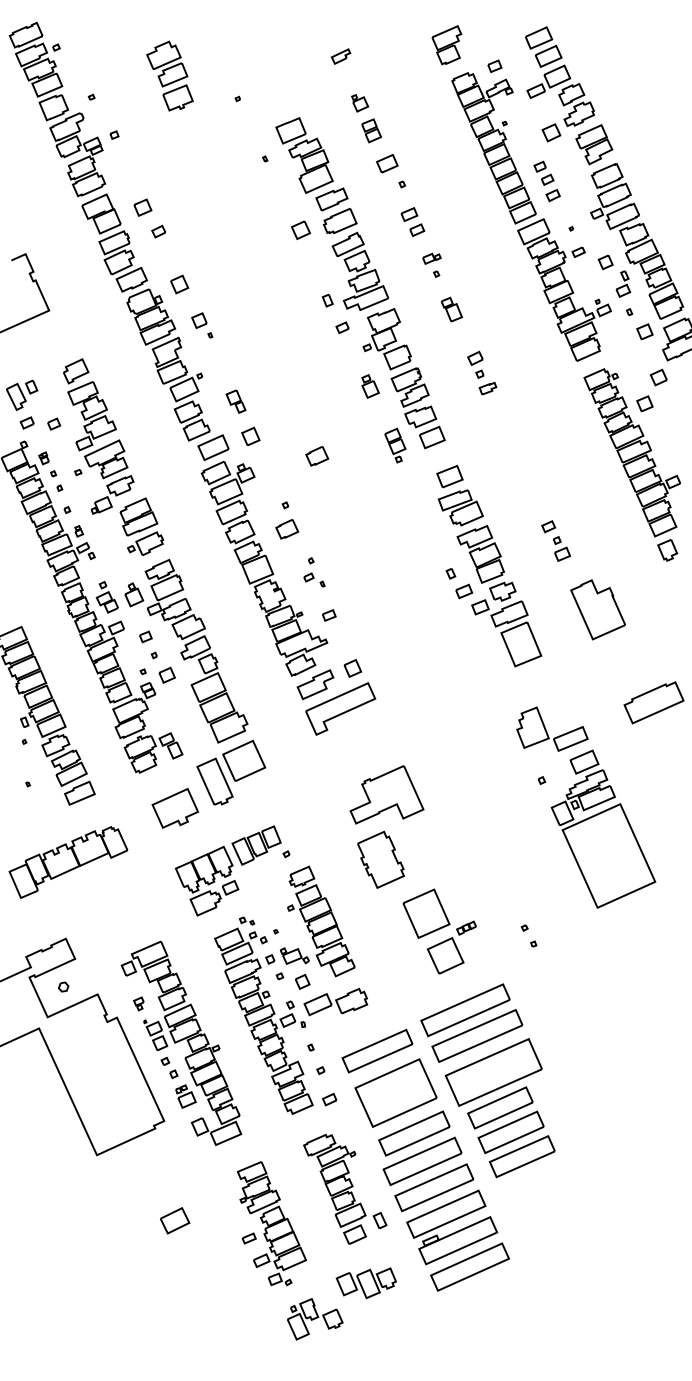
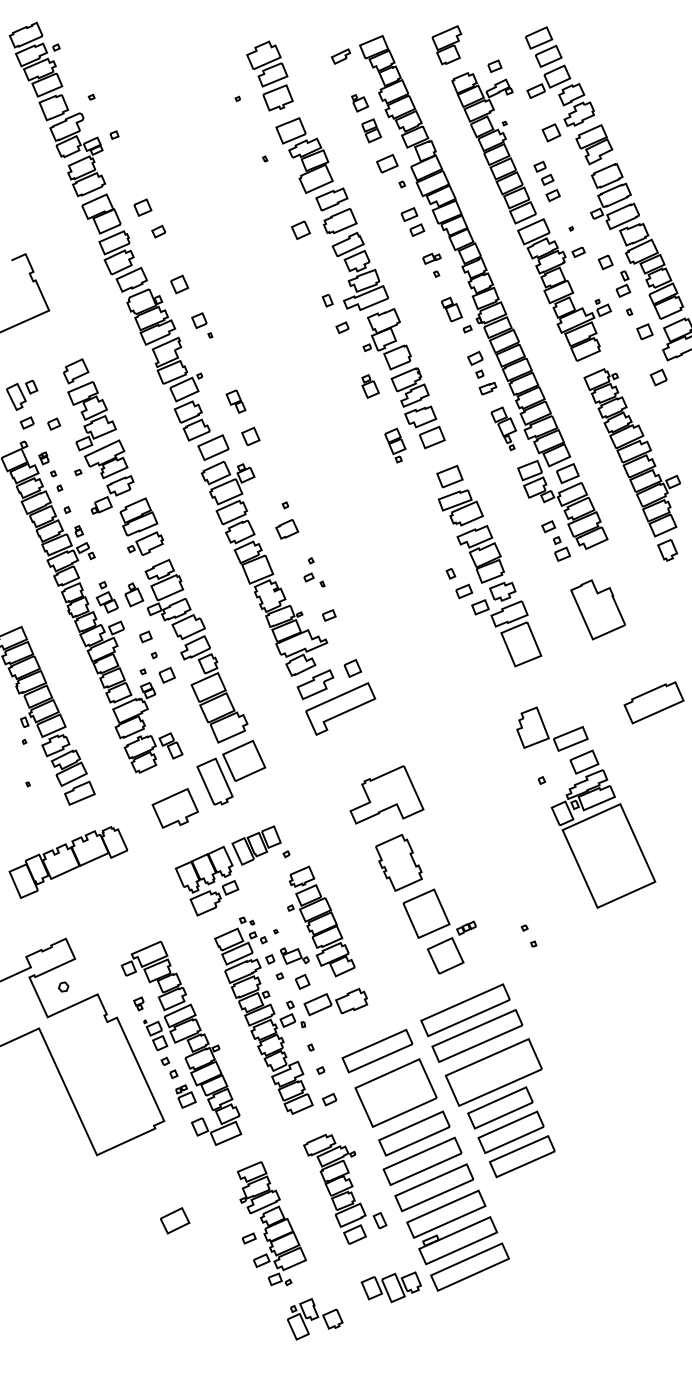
part at (169, 75) position: (169, 75) -> (269, 75)
part at (483, 292): none -> present
part at (644, 403): present -> none
part at (317, 456): present -> none
part at (380, 859) position: (380, 859) -> (398, 862)
part at (365, 1283) position: (365, 1283) -> (390, 1287)
